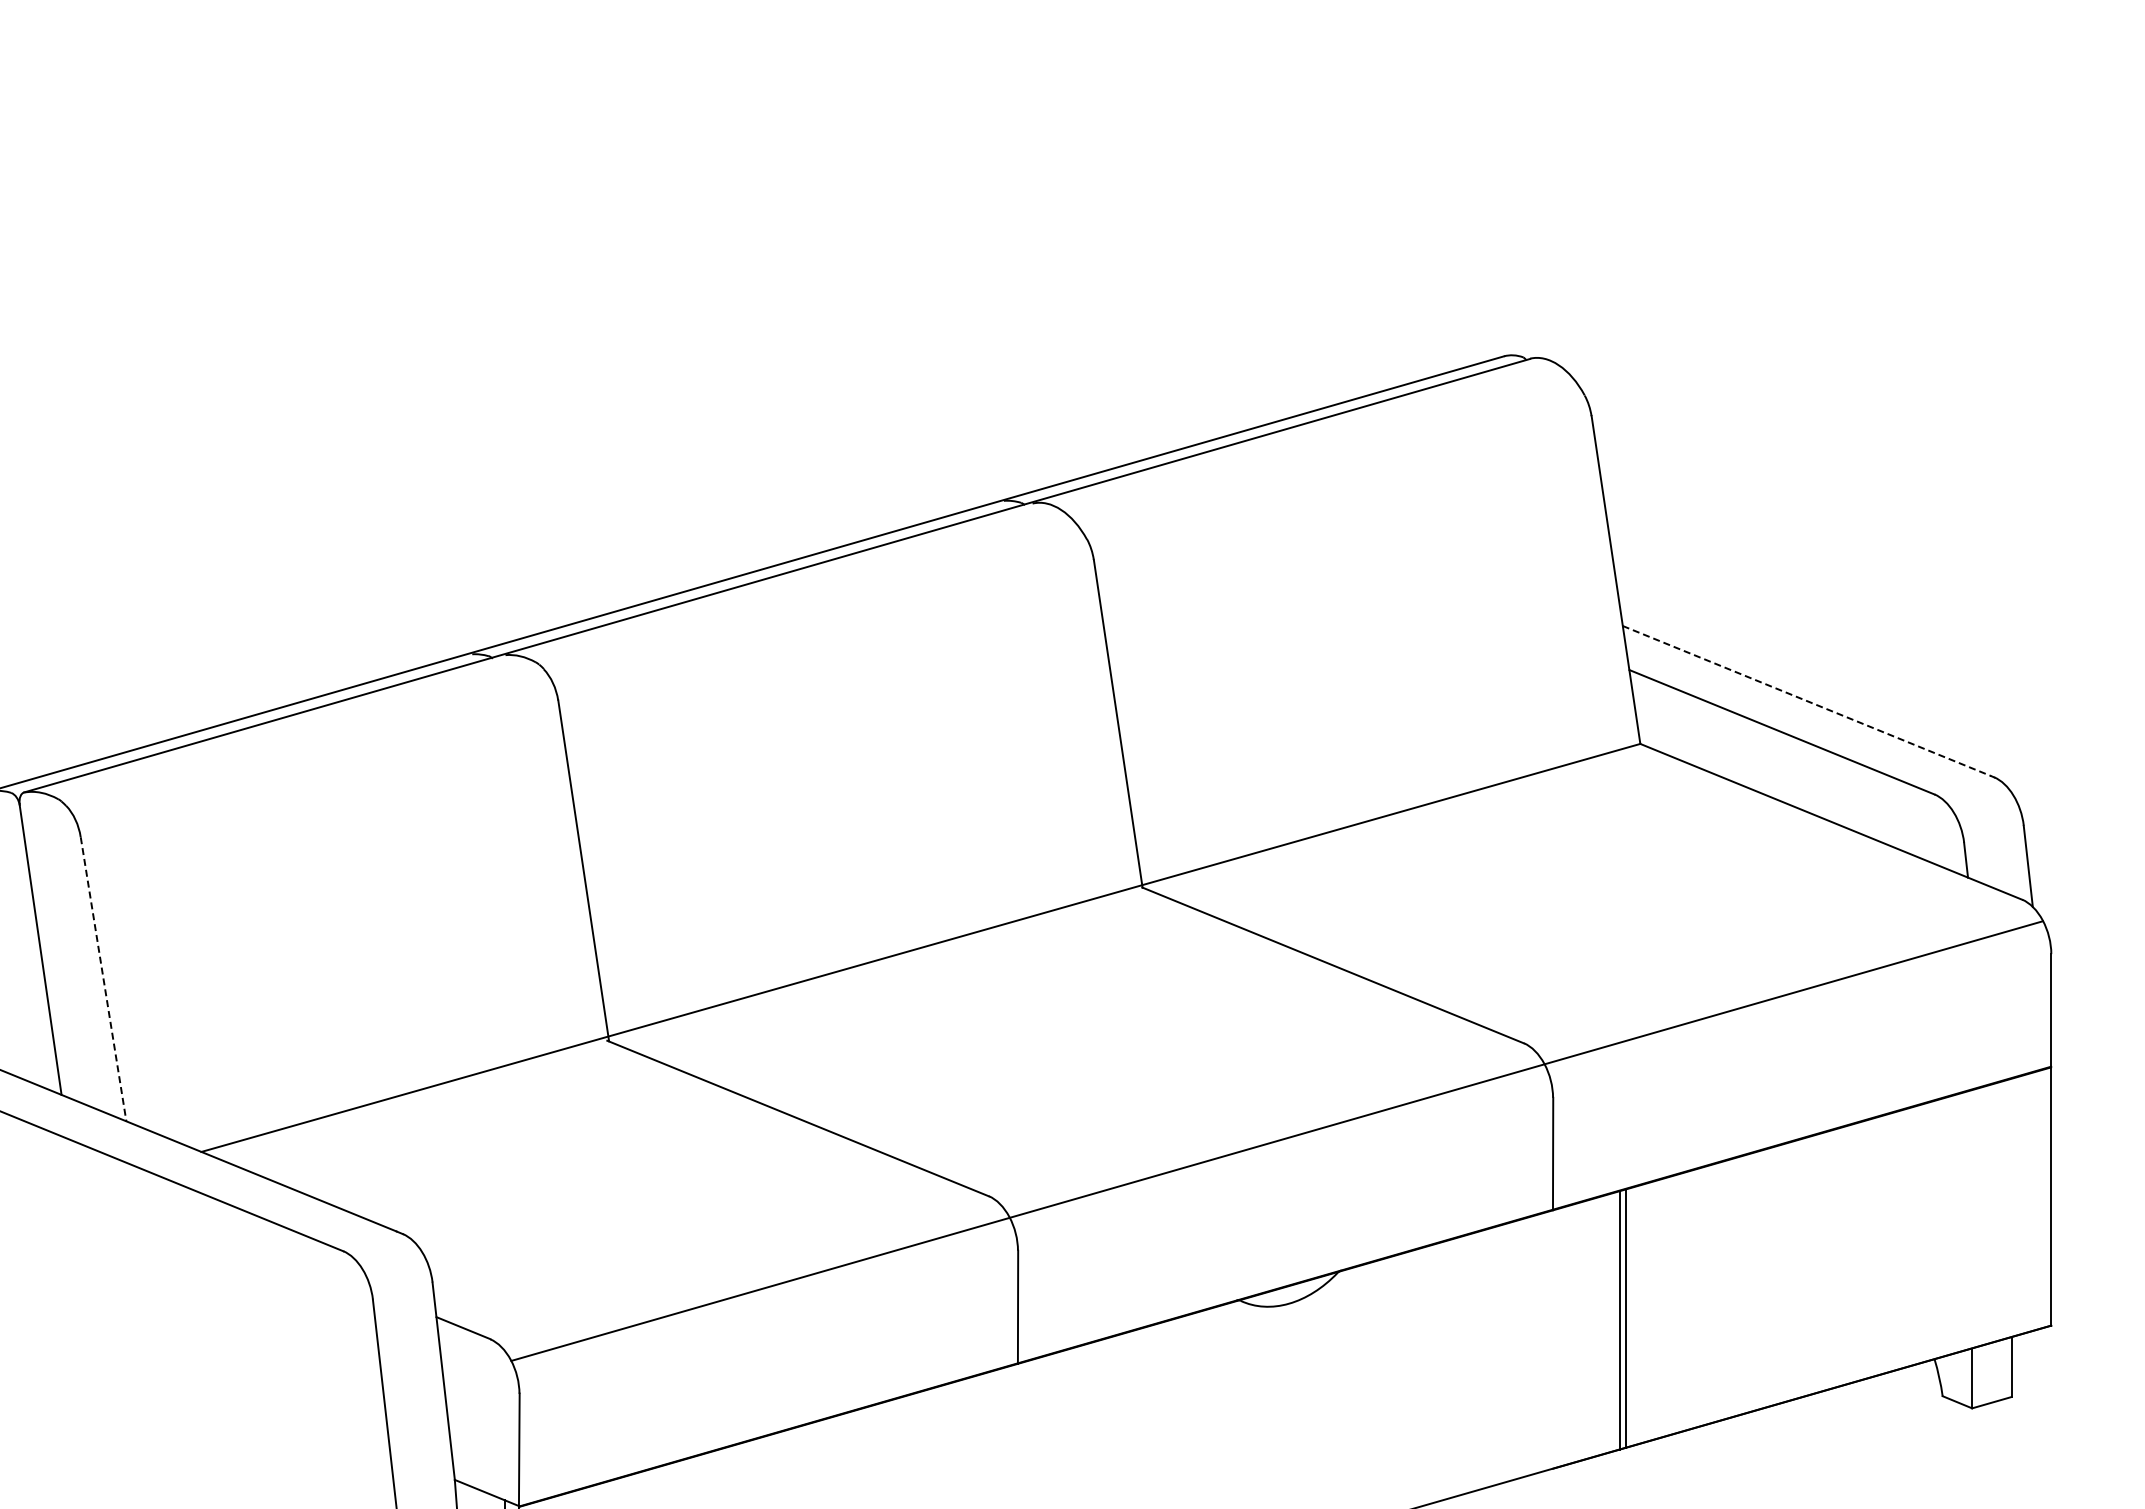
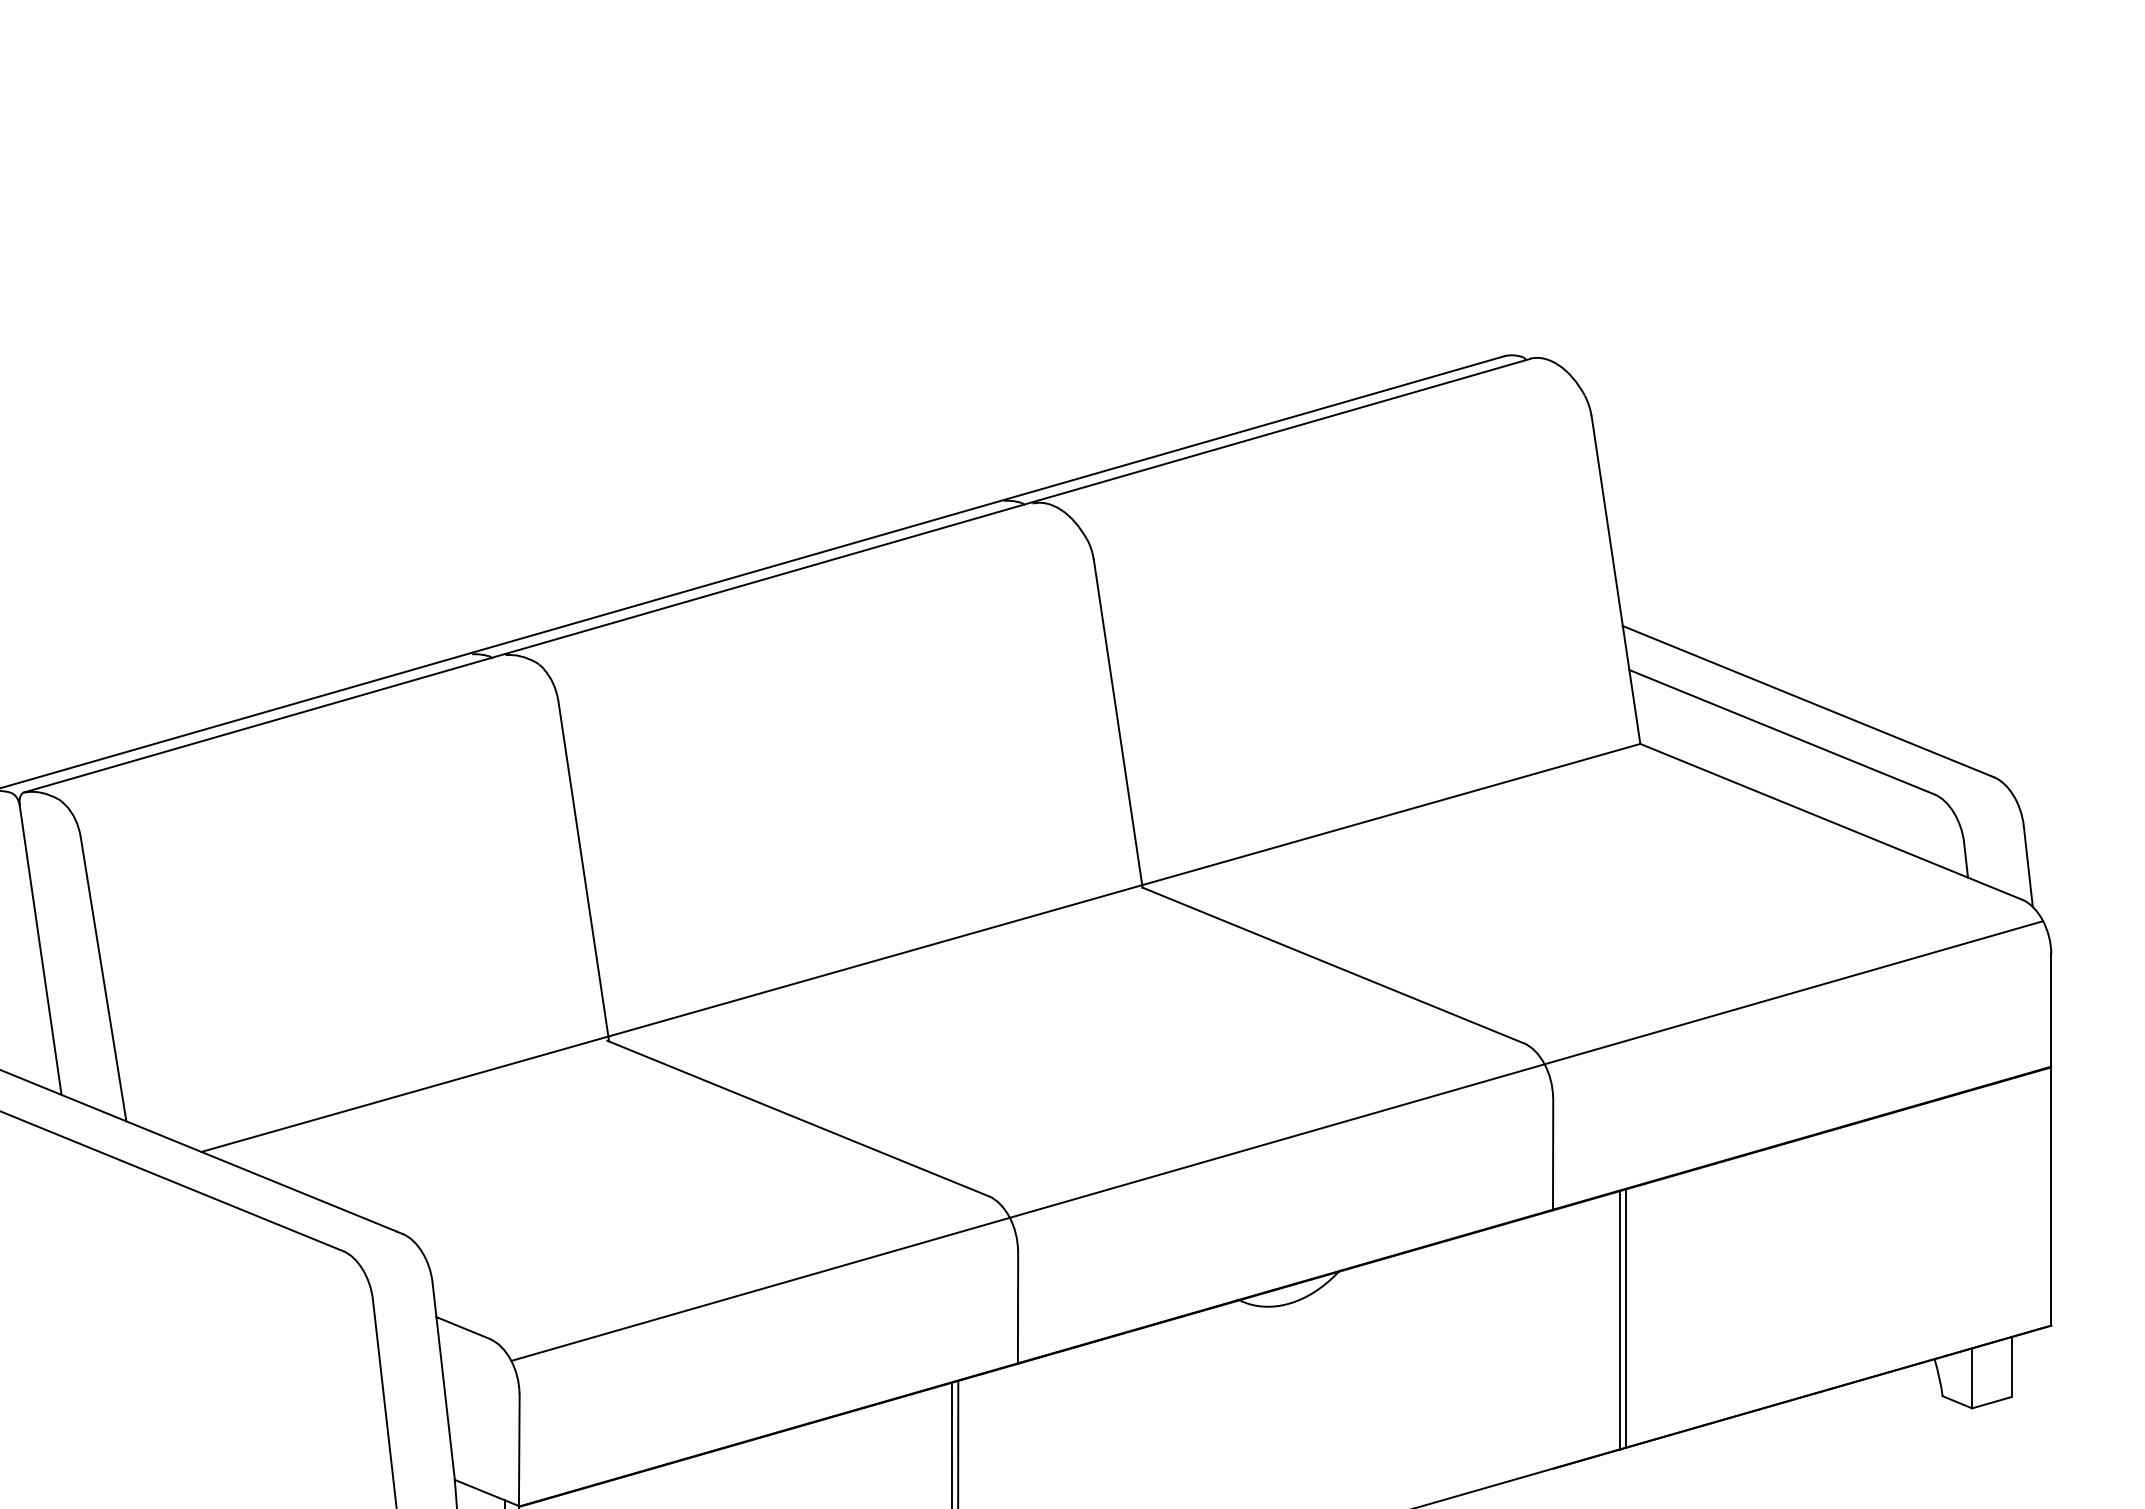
line at (1806, 701): dashed -> solid
line at (103, 979): dashed -> solid
line at (951, 1443): none -> present
line at (958, 1443): none -> present
